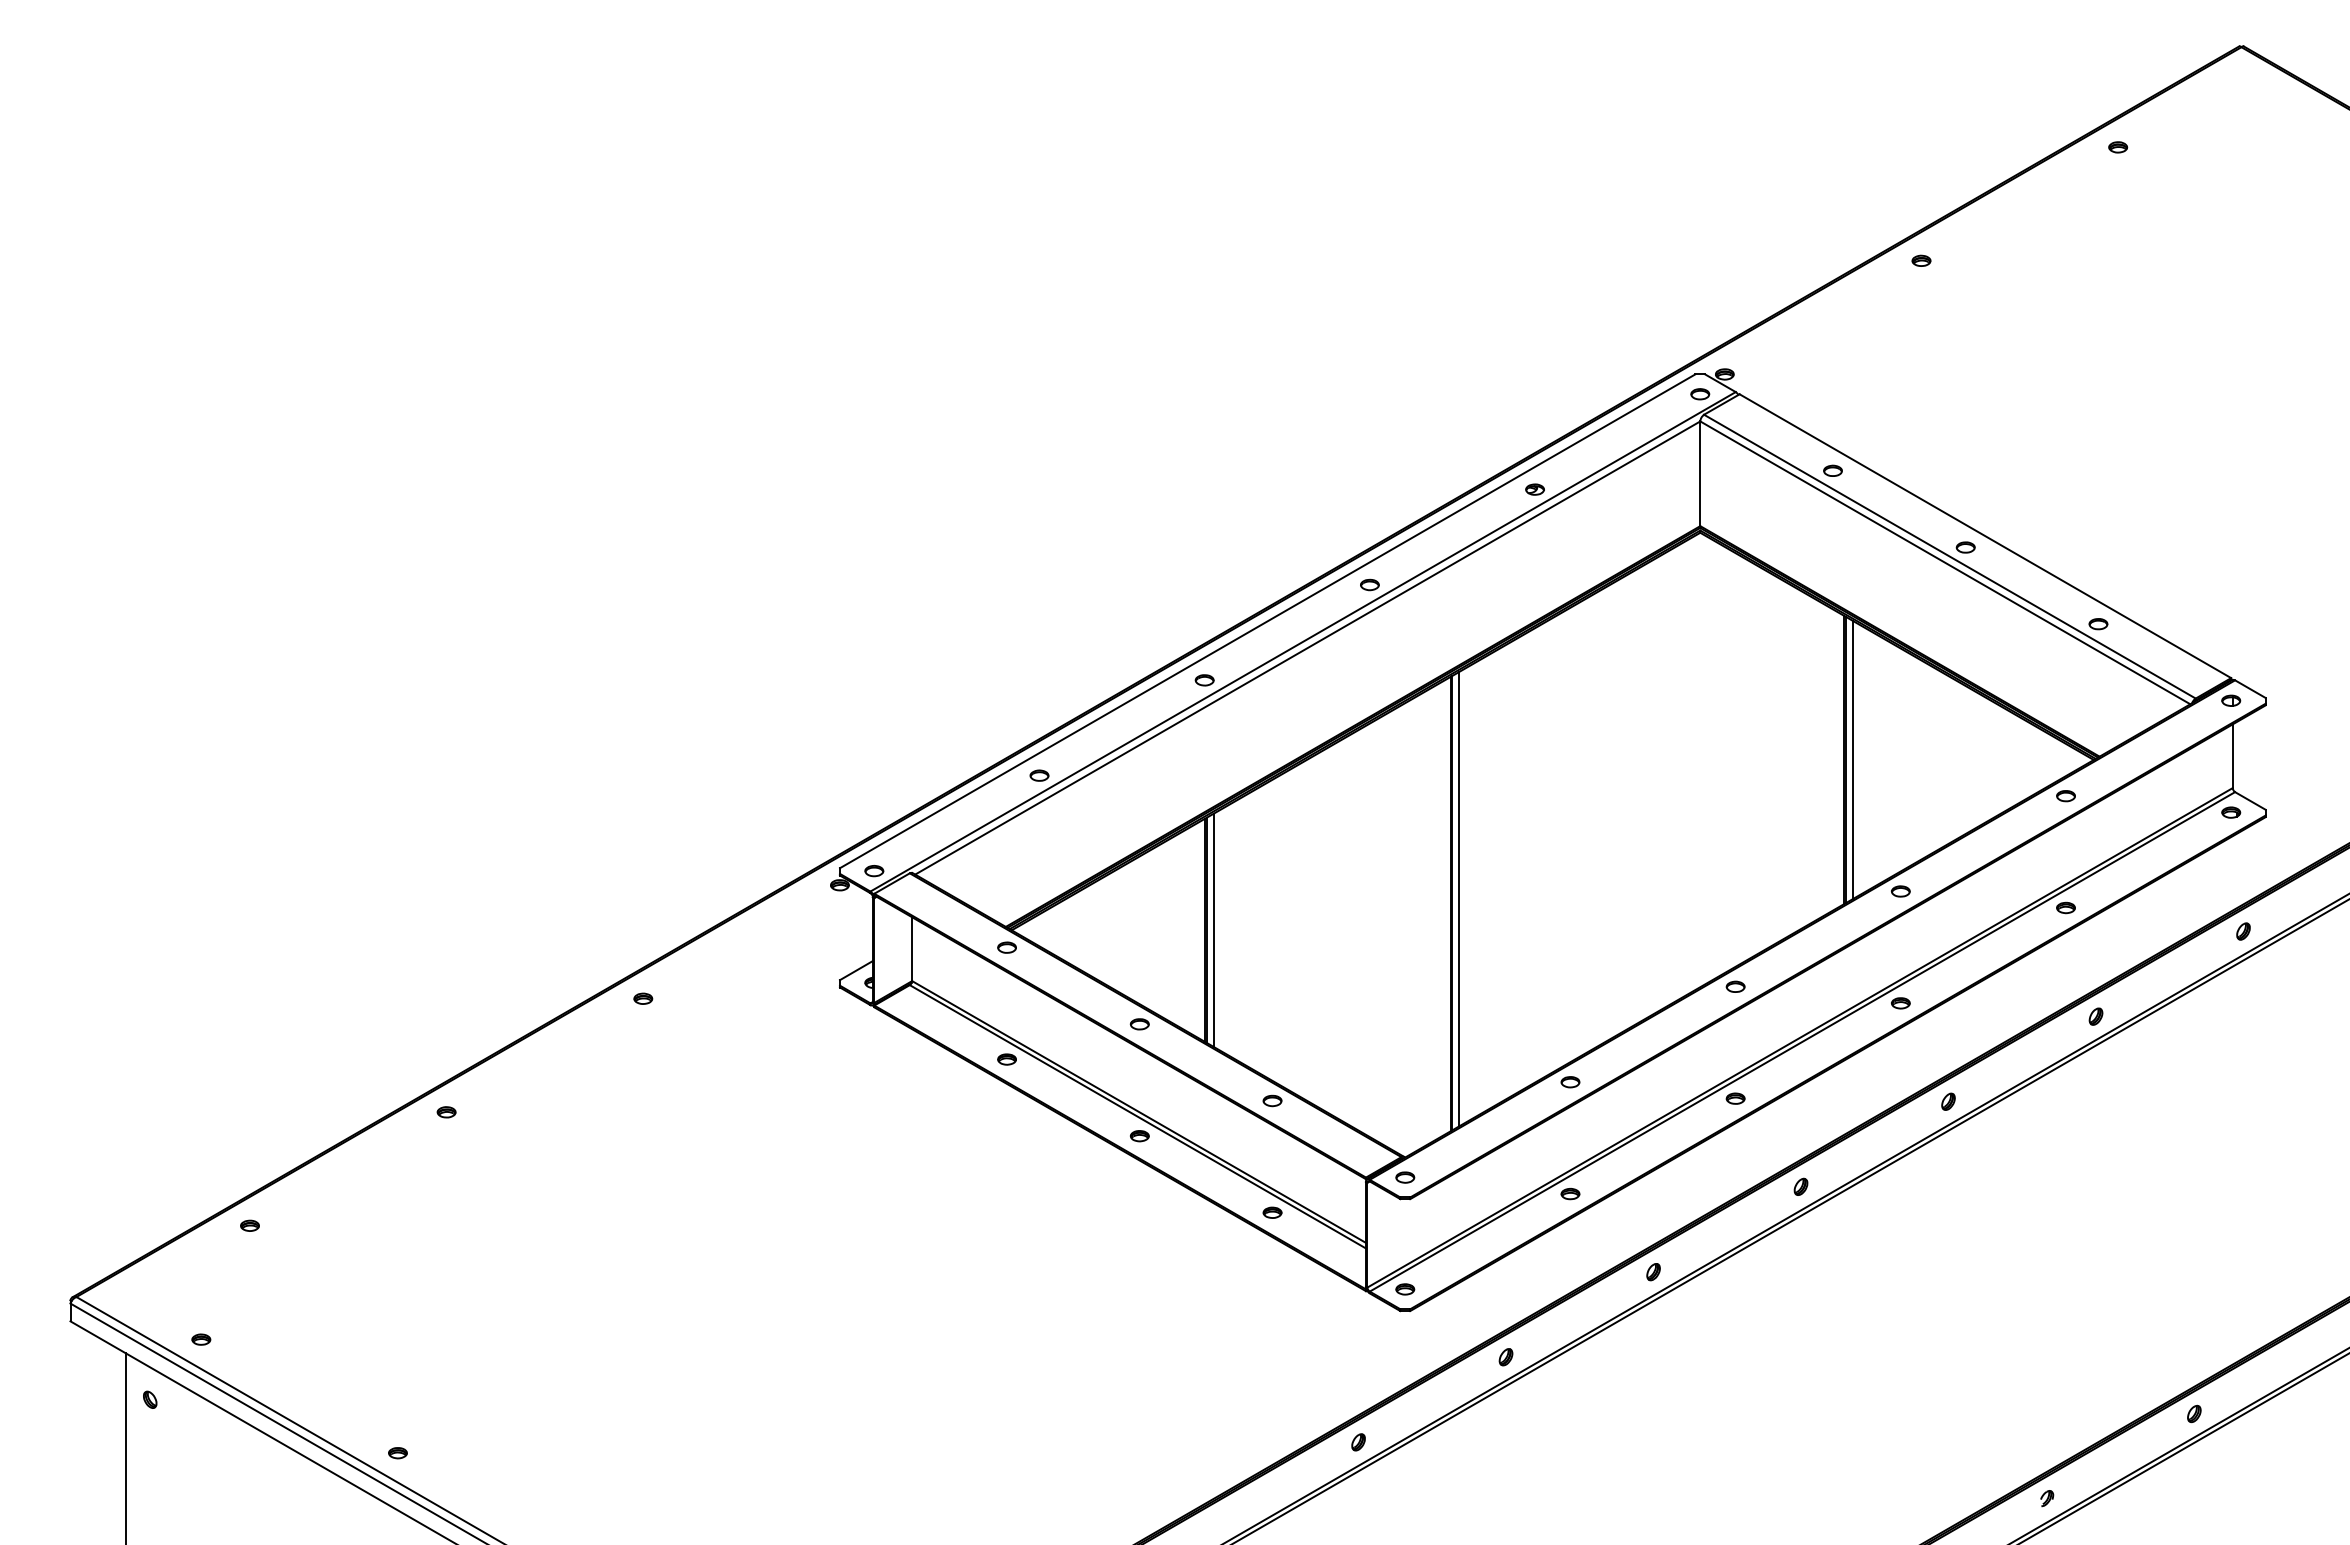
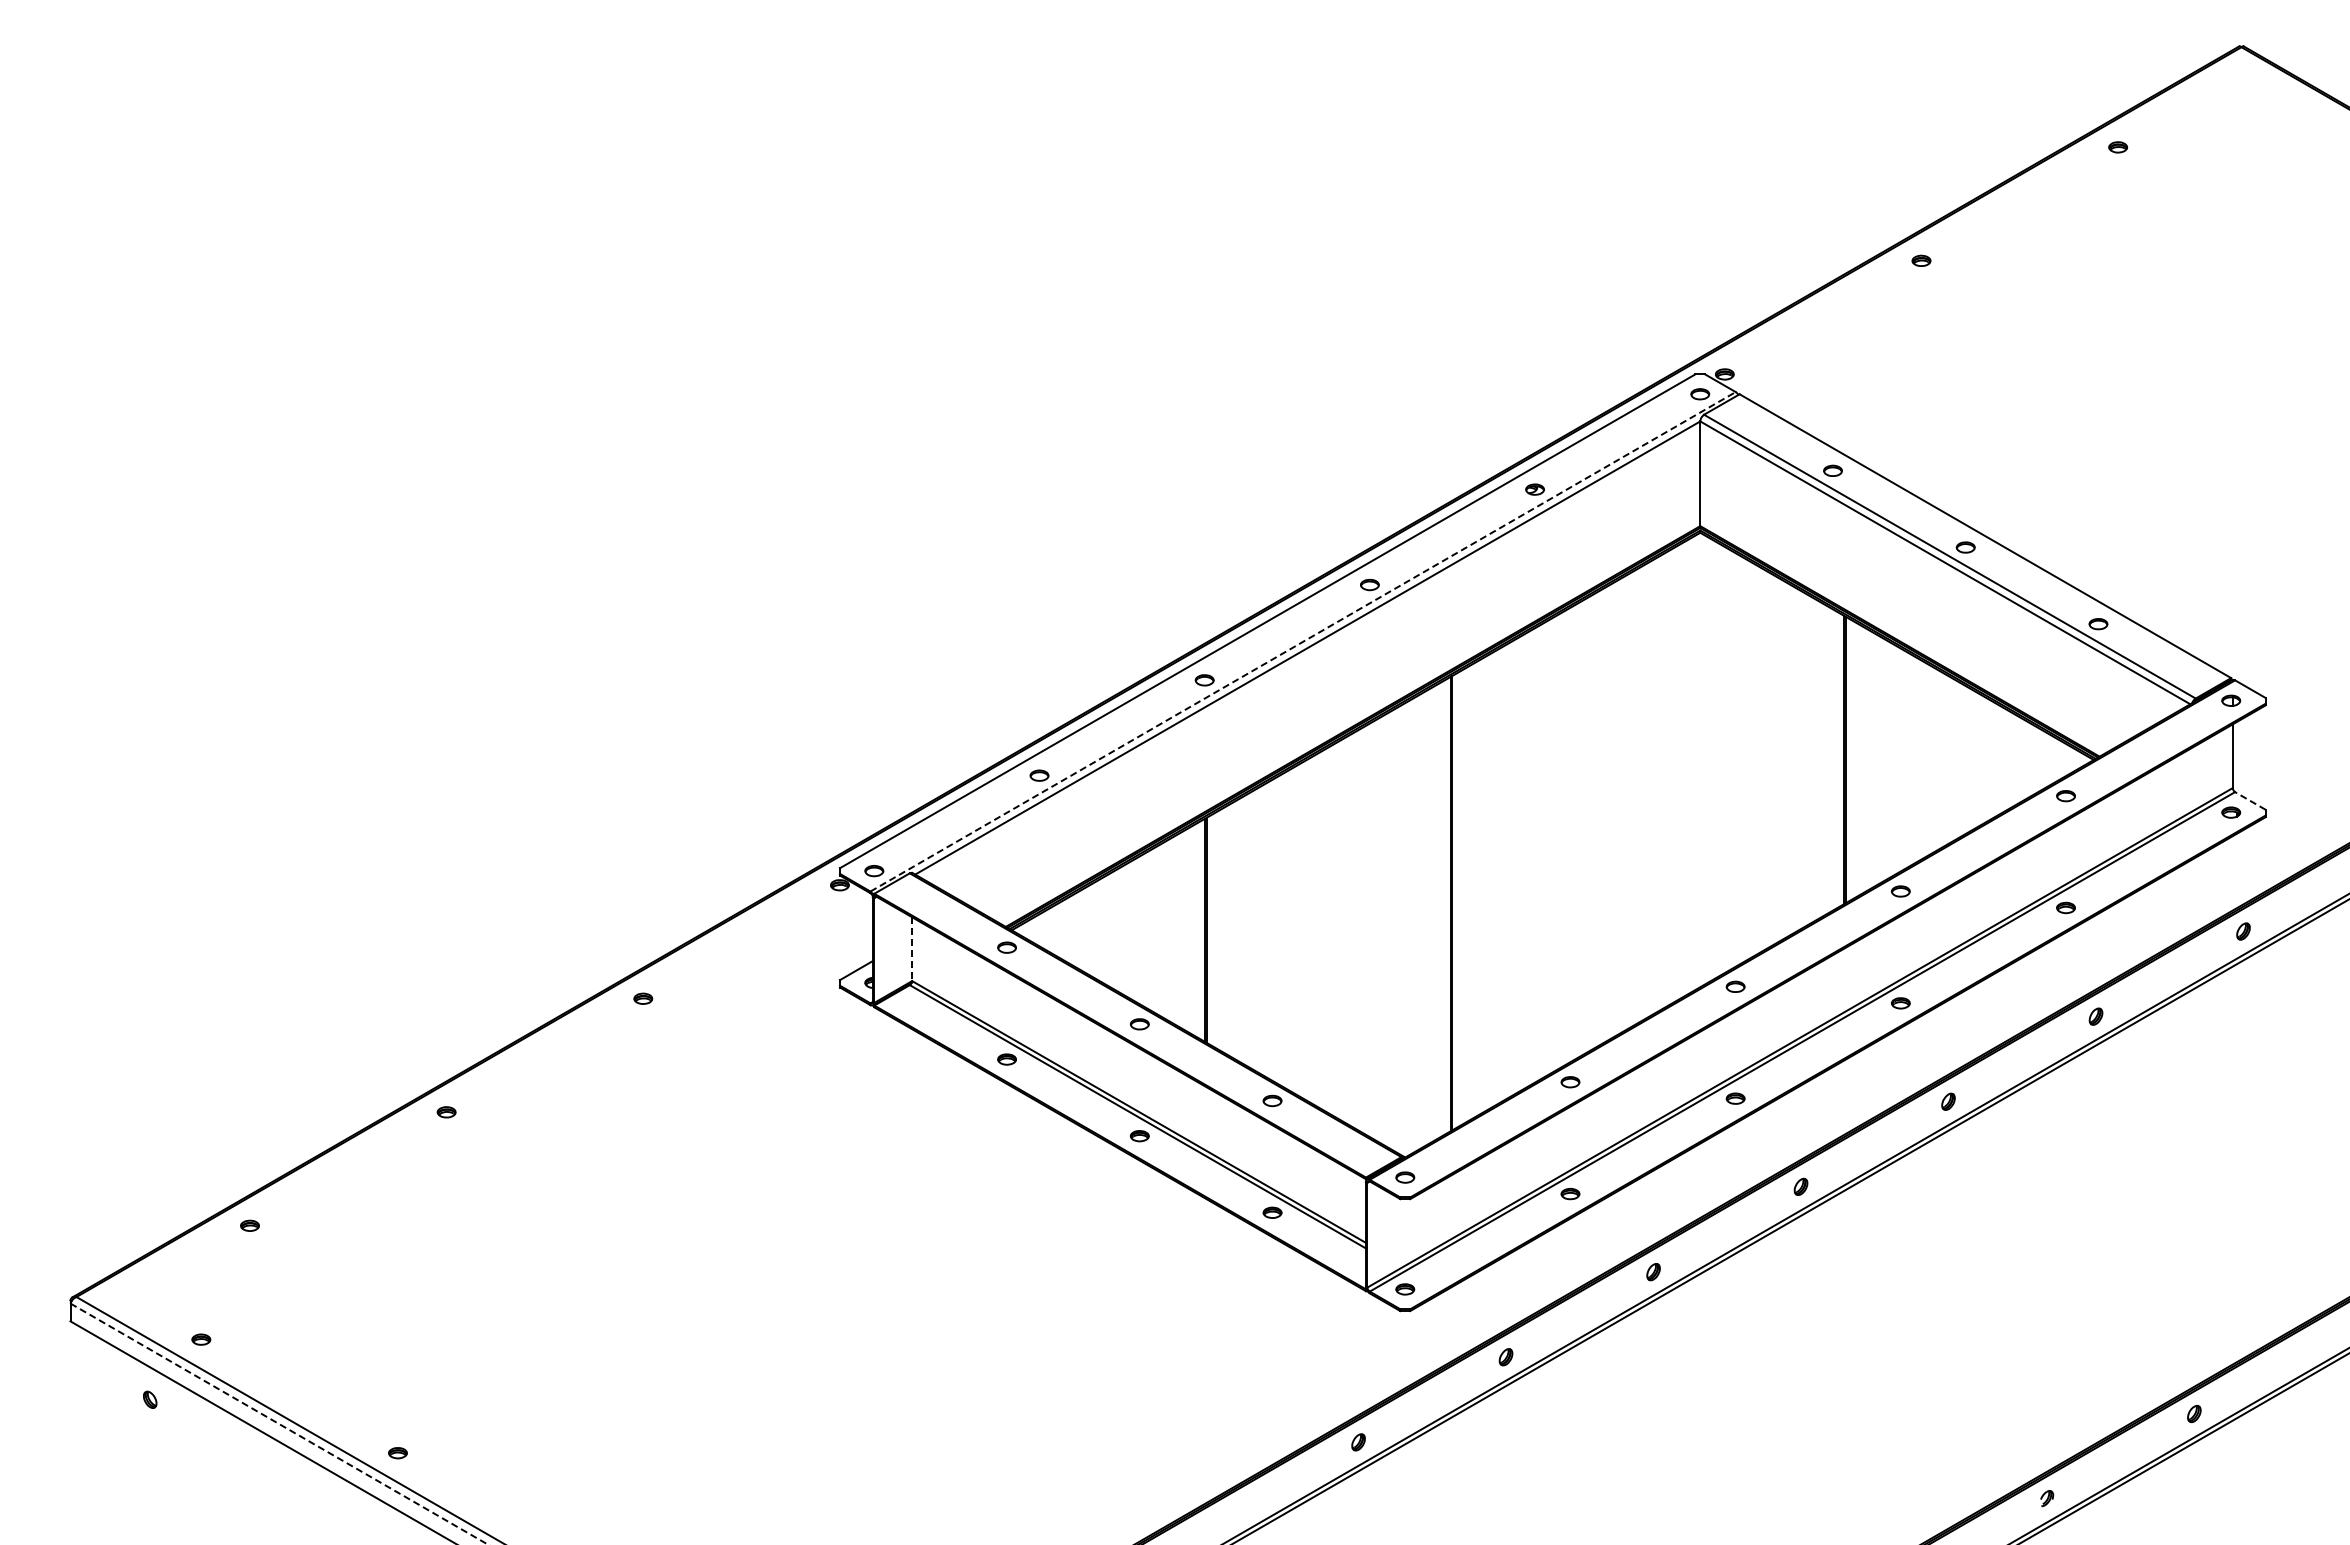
line at (1303, 641): solid -> dashed
line at (1852, 759): present -> none
line at (2250, 800): solid -> dashed
line at (1459, 898): present -> none
line at (1213, 929): present -> none
line at (912, 949): solid -> dashed
line at (279, 1424): solid -> dashed
line at (125, 1447): present -> none
